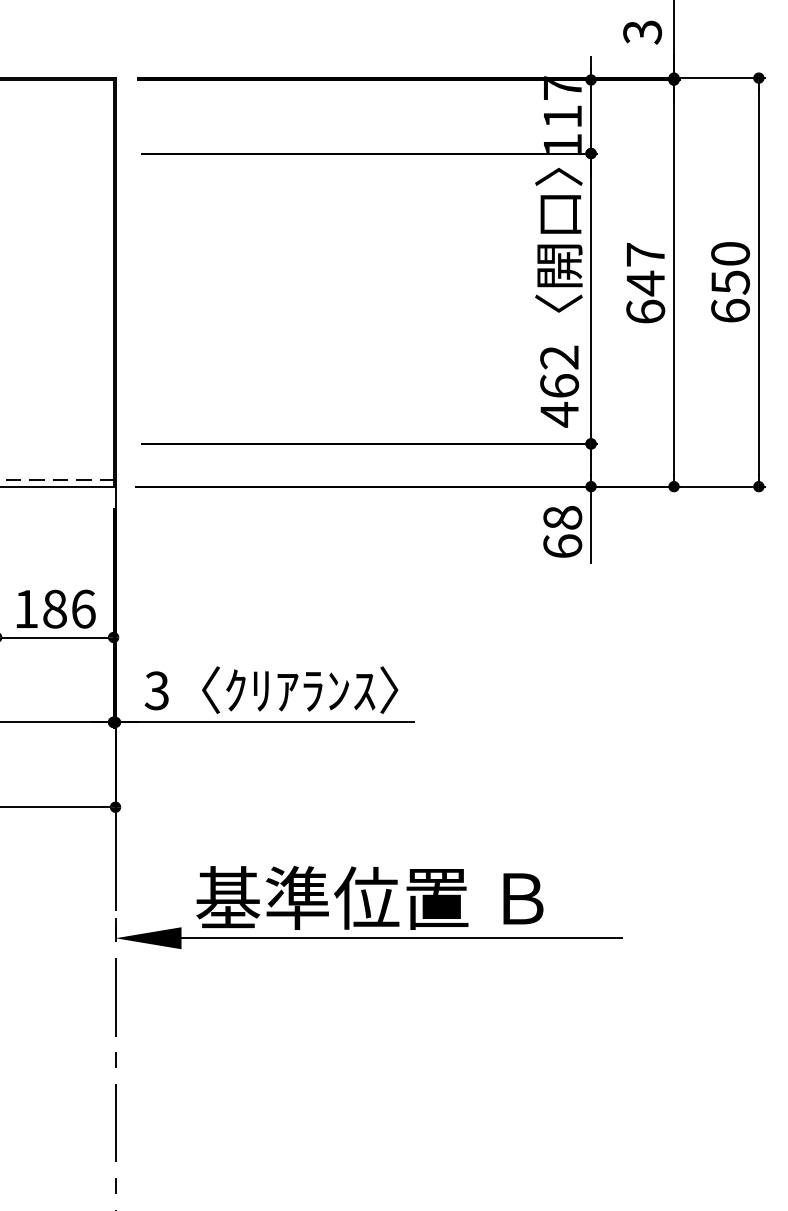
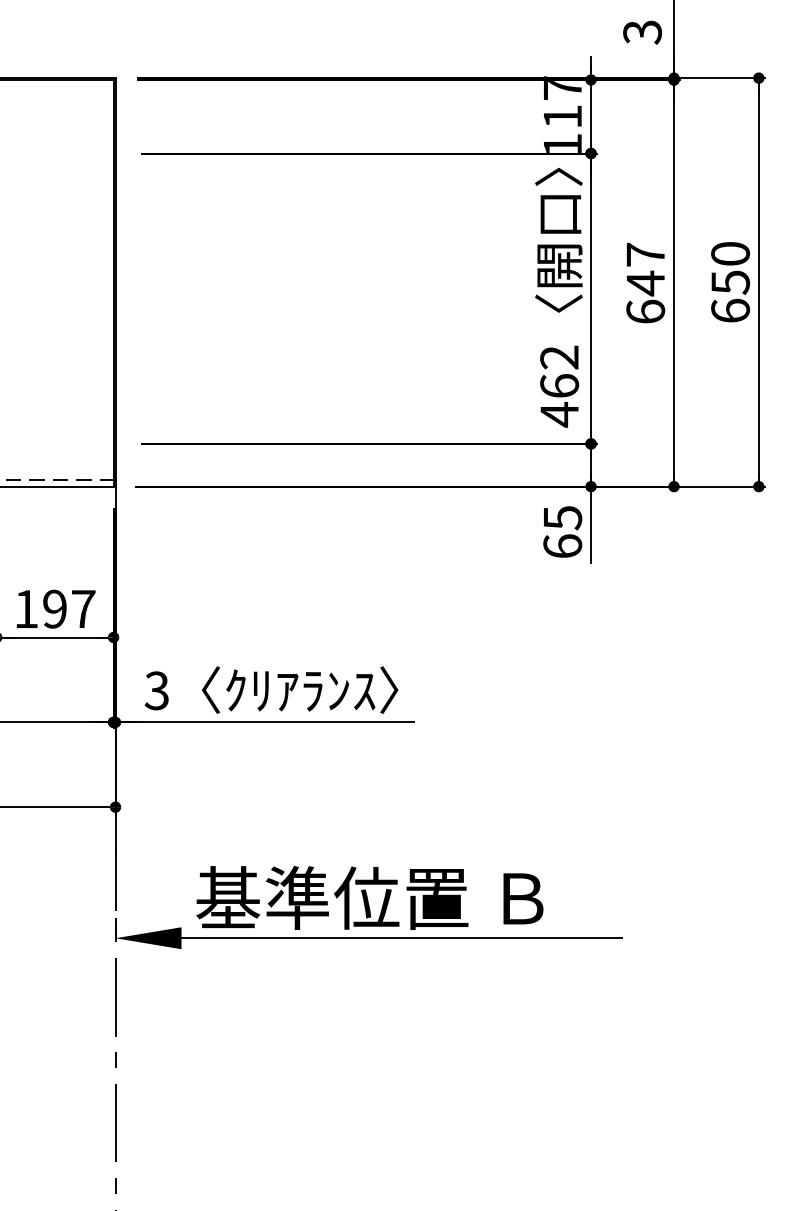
text at (562, 518): 68 -> 65
text at (69, 608): 186 -> 197
